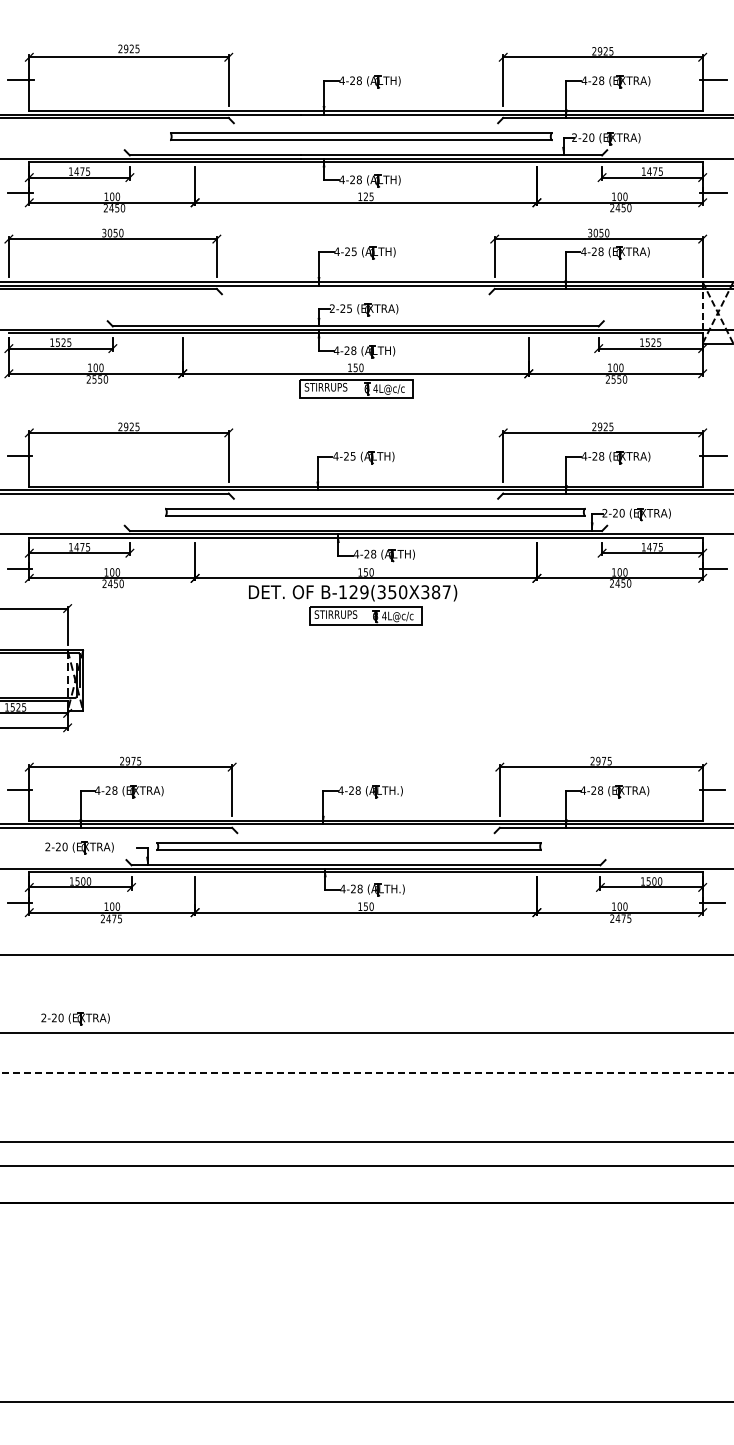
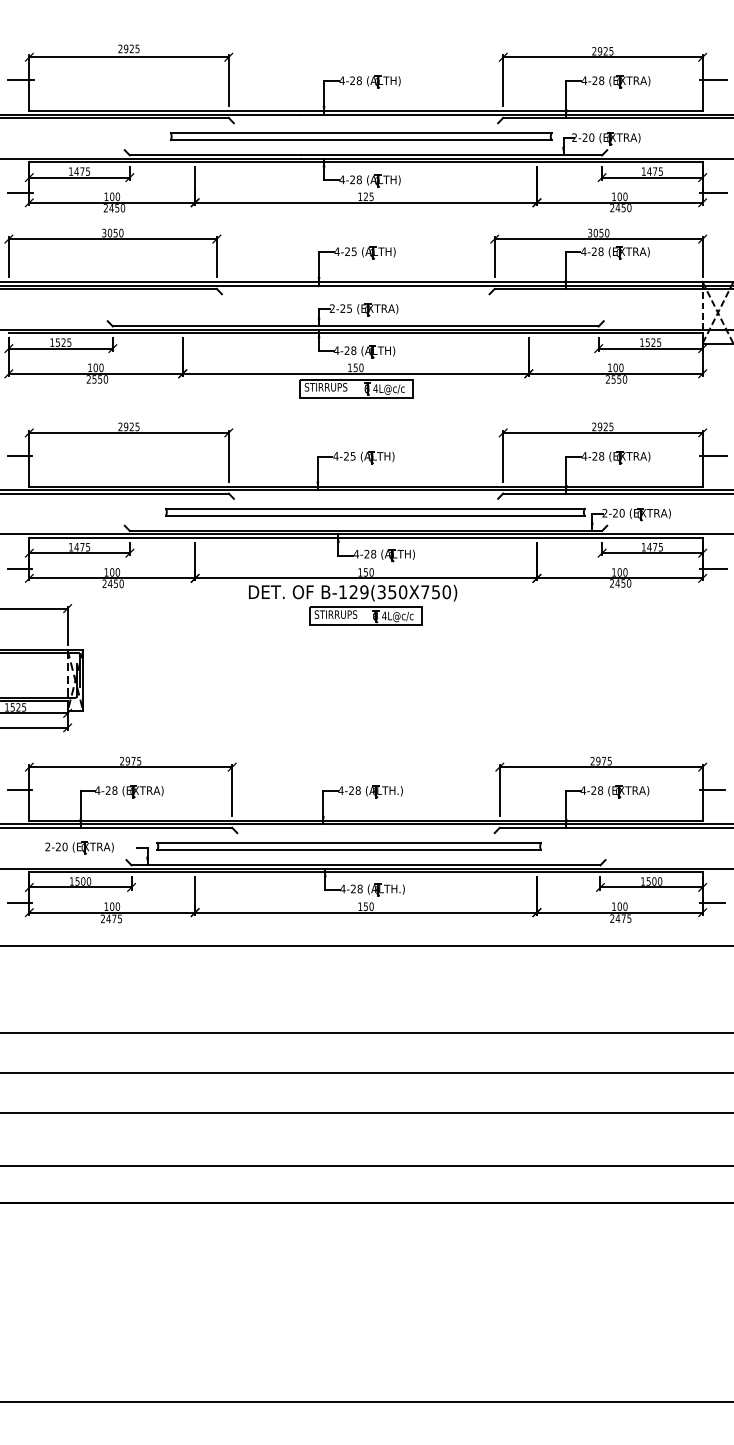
text at (435, 592): B-129(350X387) -> B-129(350X750)
line at (366, 955) position: (366, 955) -> (366, 946)
part at (75, 1018): present -> none
line at (366, 1073): dashed -> solid
line at (366, 1141) position: (366, 1141) -> (366, 1112)
